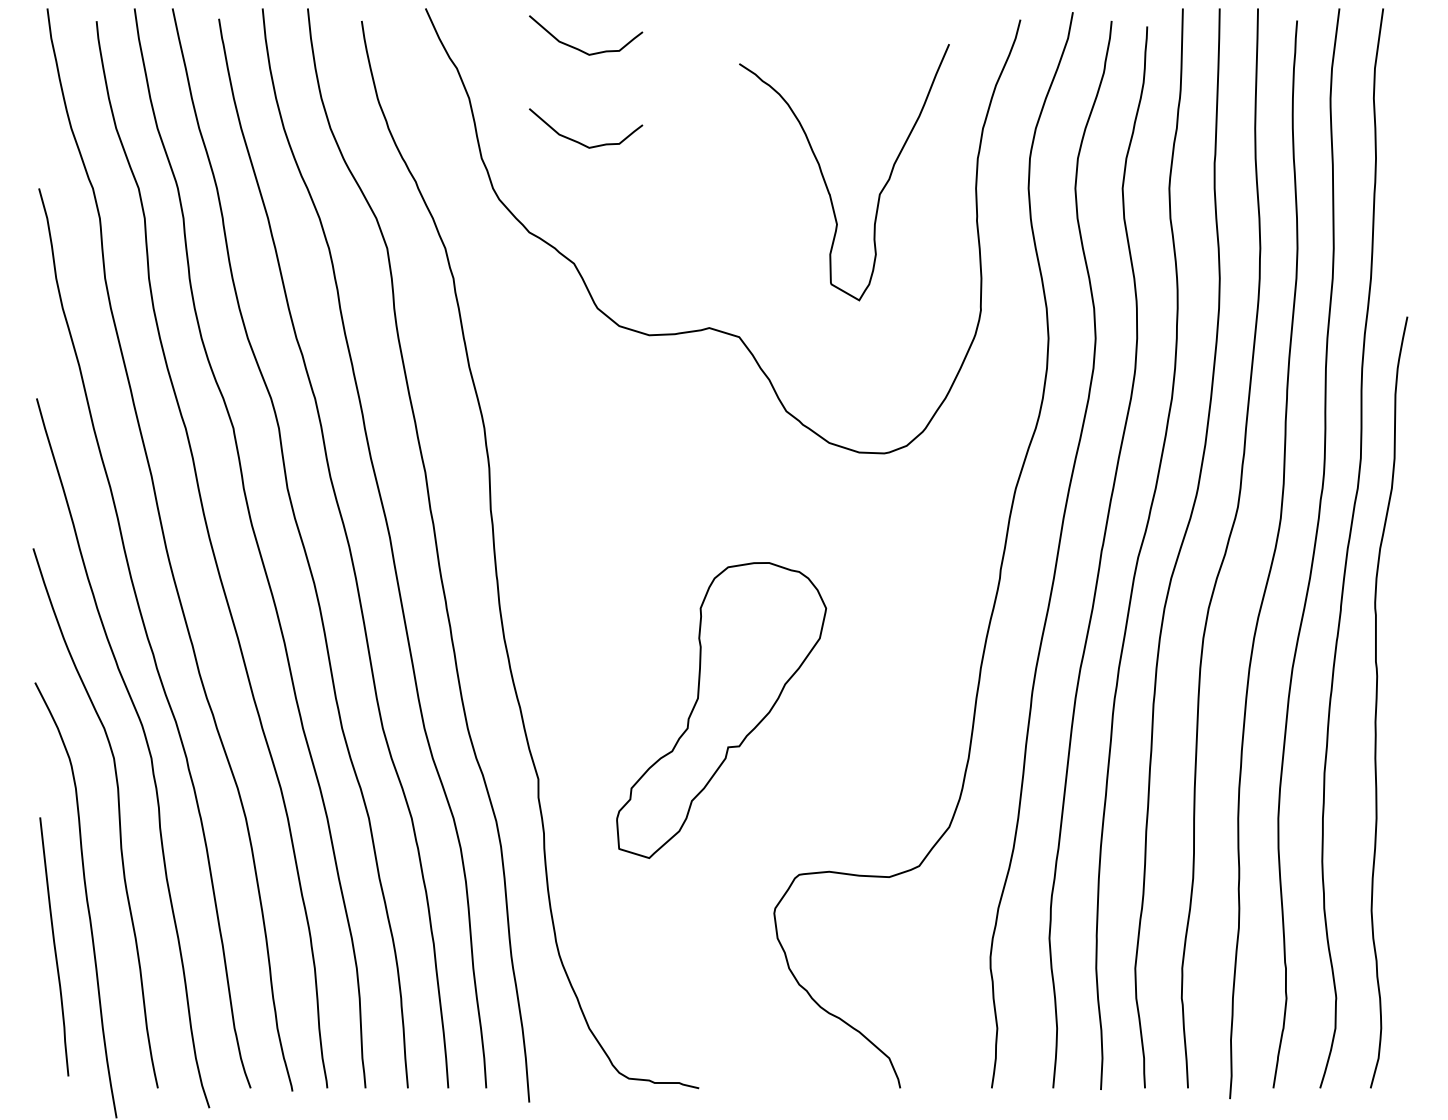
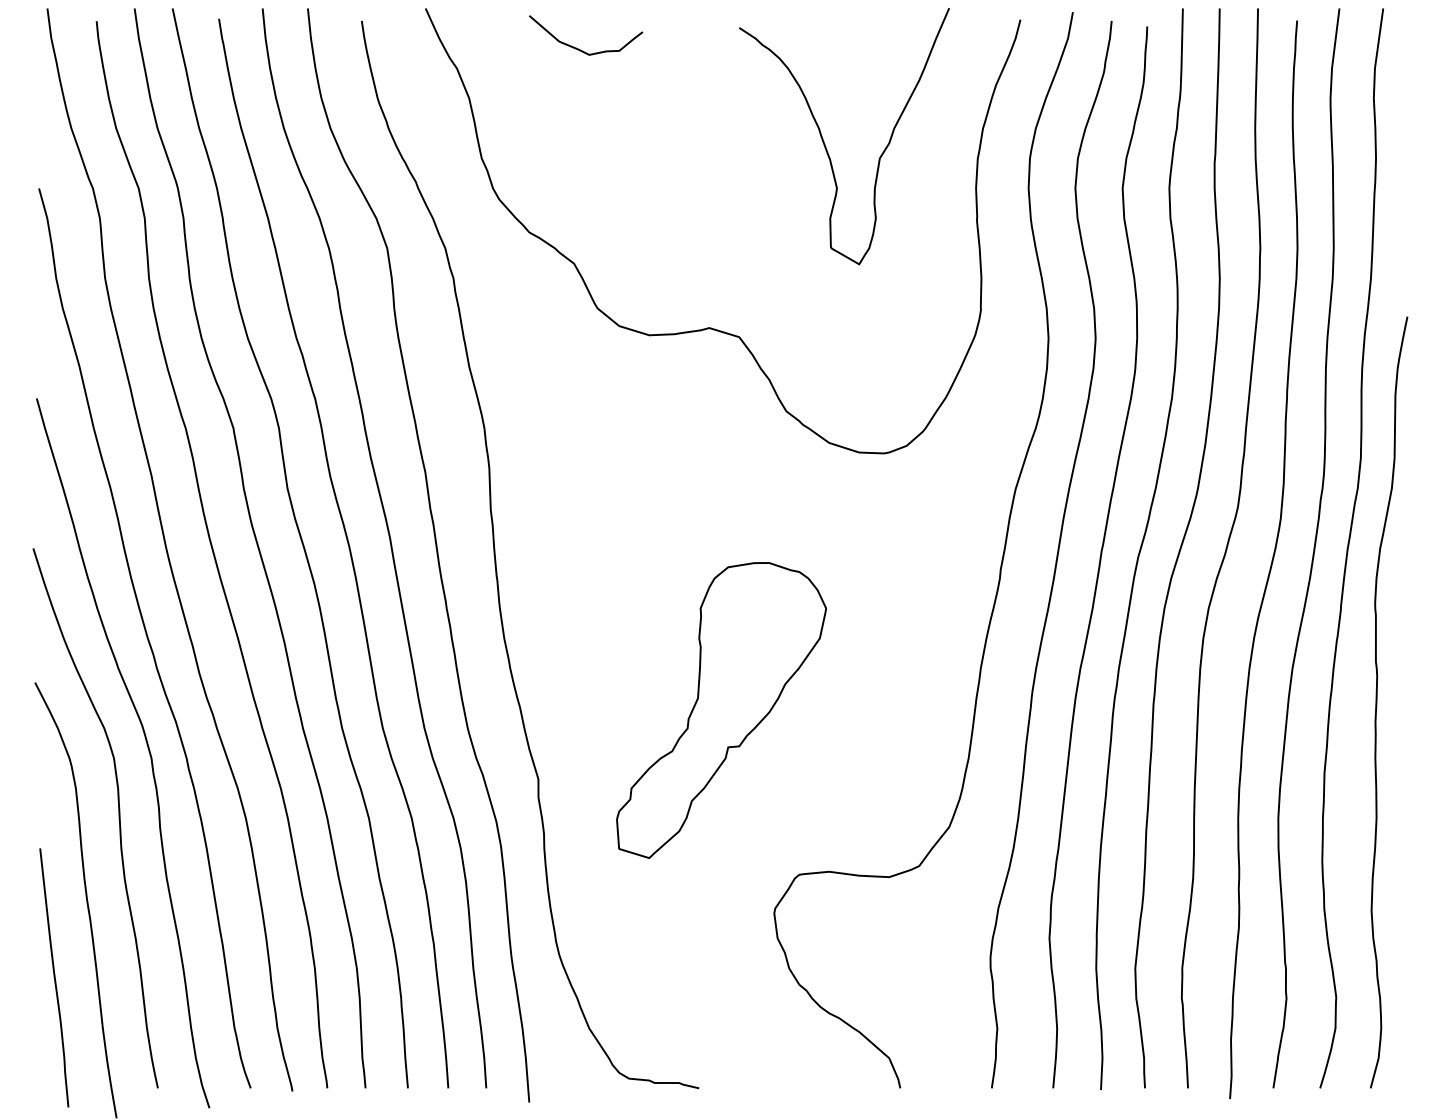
curve at (580, 142): present -> none
curve at (826, 182) position: (826, 182) -> (826, 146)
curve at (54, 946) position: (54, 946) -> (54, 977)
